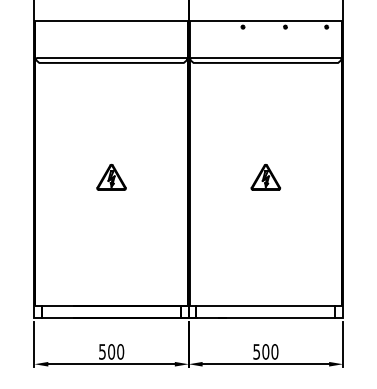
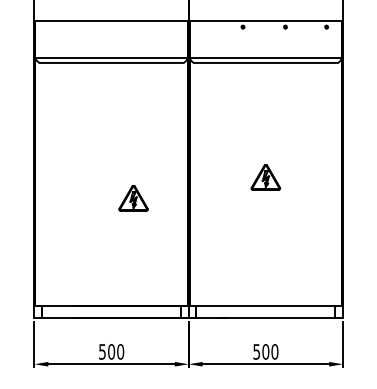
part at (111, 176) position: (111, 176) -> (133, 197)
